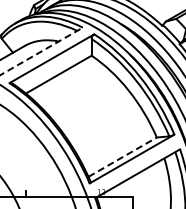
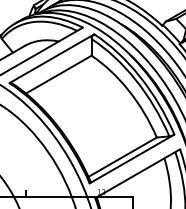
line at (42, 51): dashed -> solid
line at (123, 156): dashed -> solid
